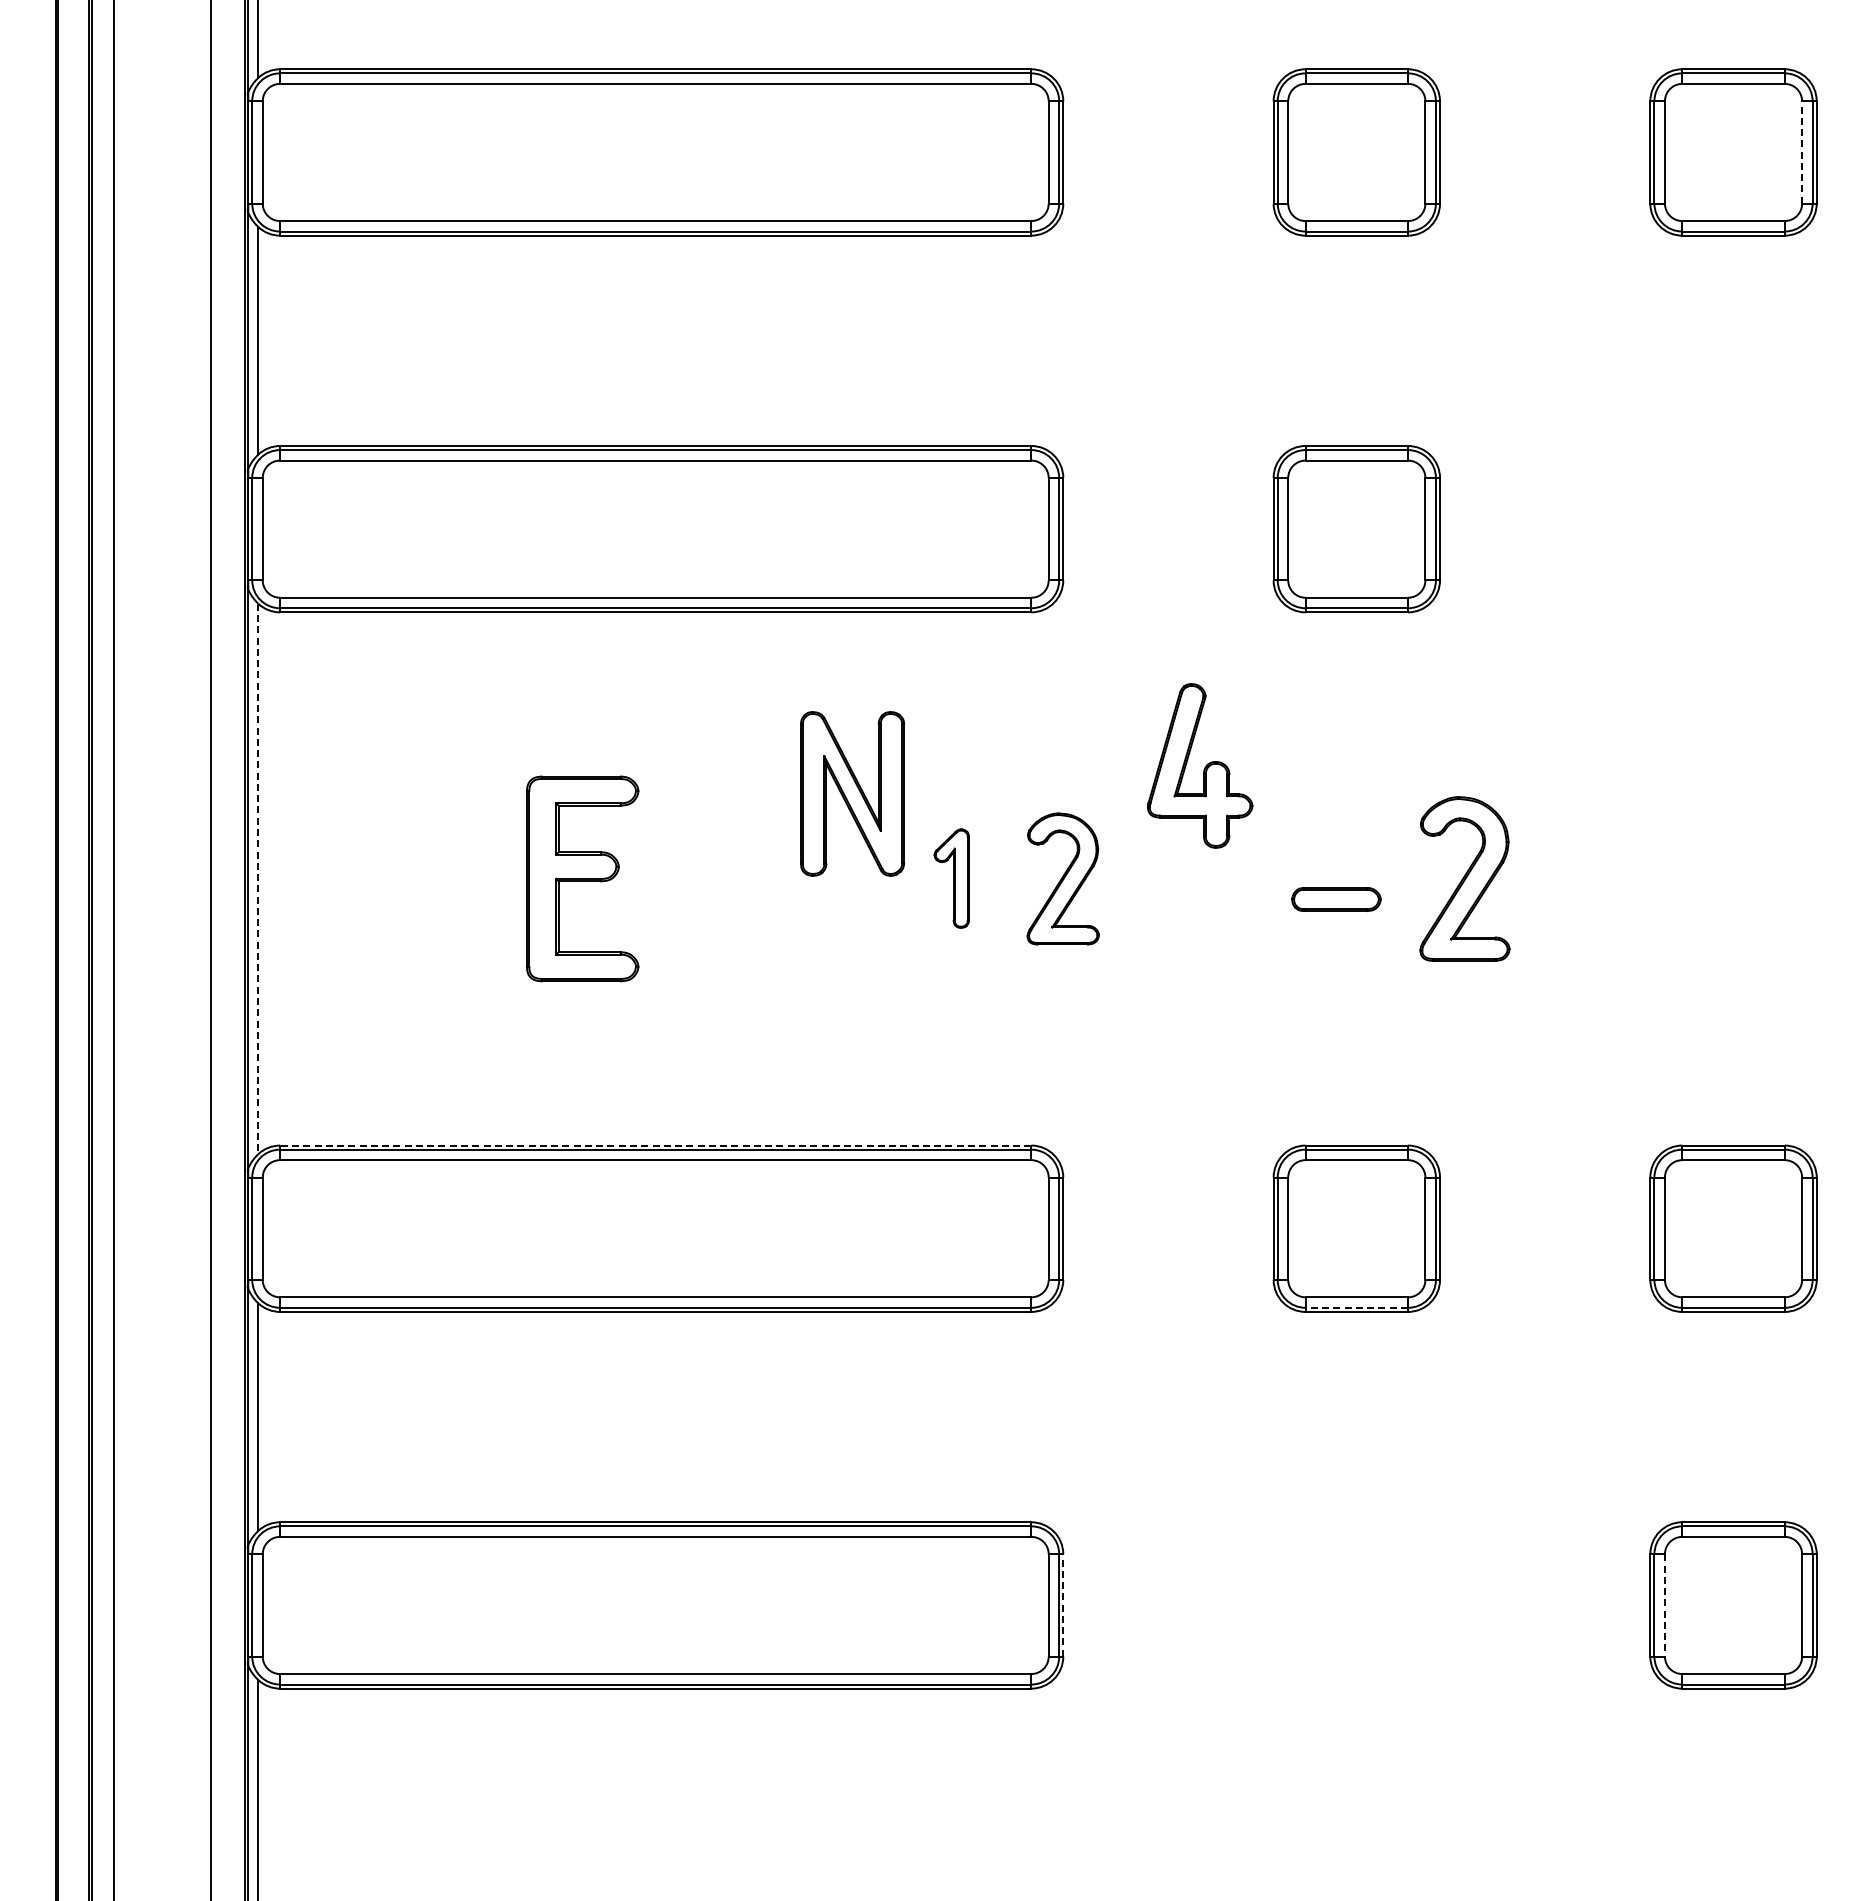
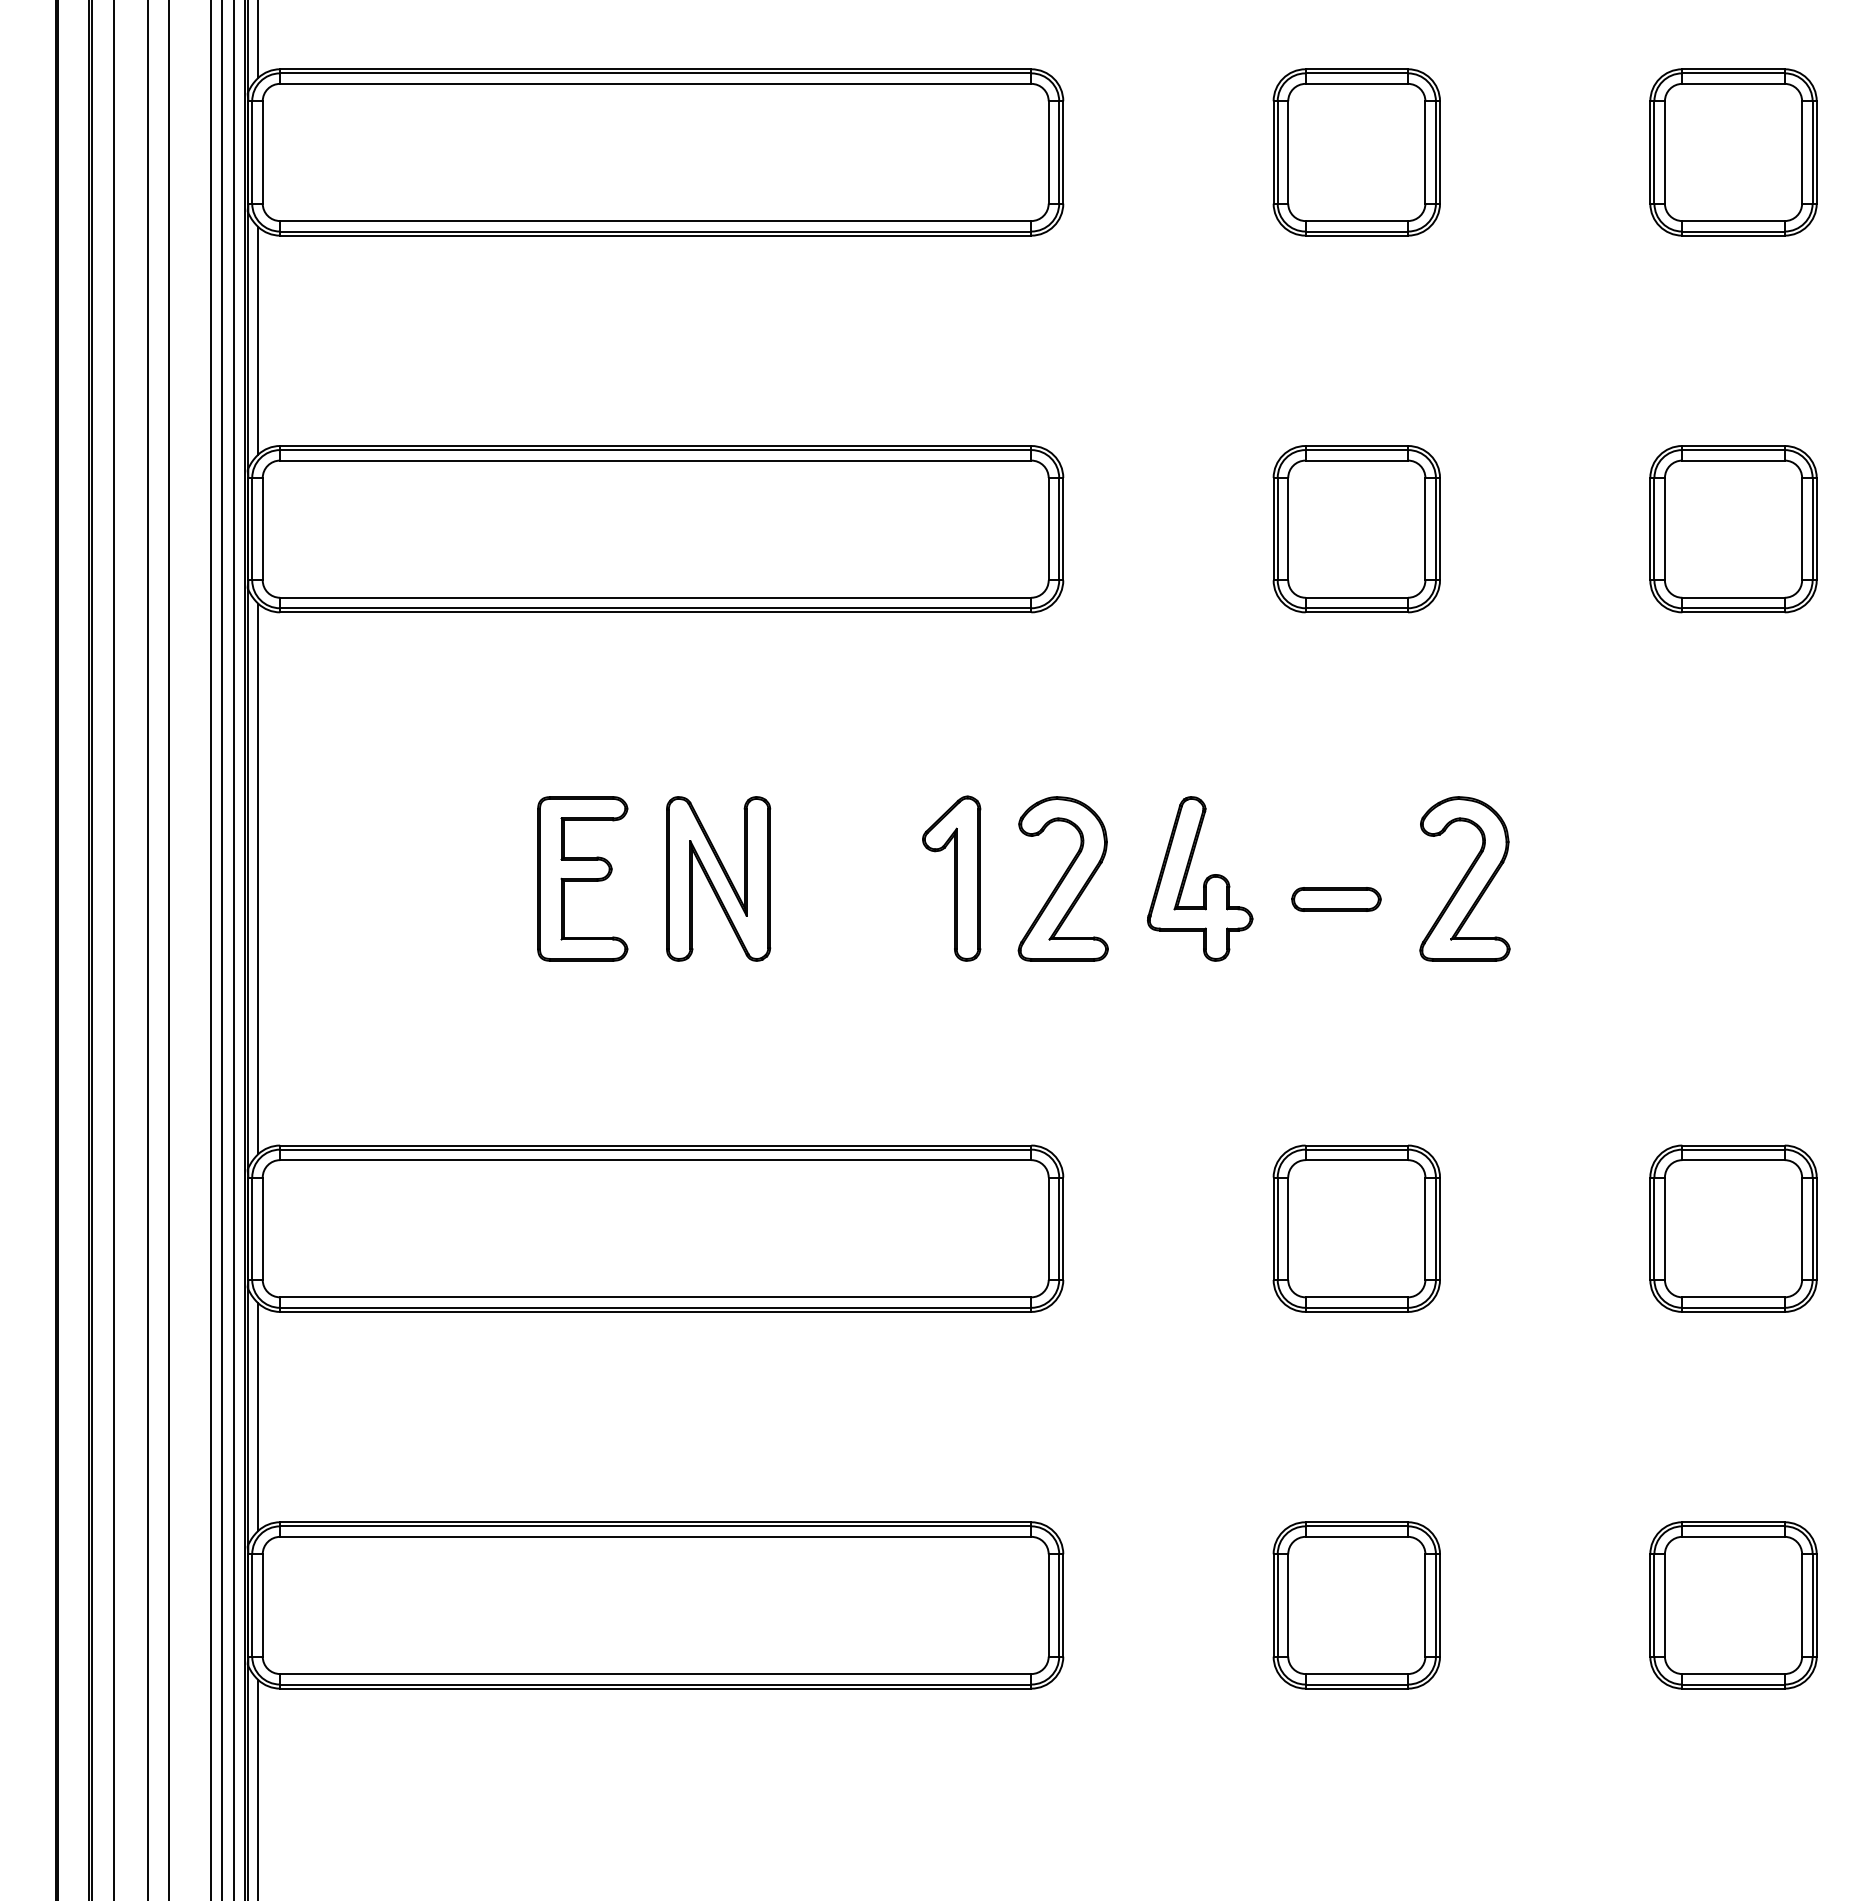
line at (1802, 151): dashed -> solid
part at (1733, 529): none -> present
part at (1200, 765) position: (1200, 765) -> (1200, 878)
part at (852, 793) position: (852, 793) -> (718, 878)
part at (582, 878) size: 114x208 px -> 92x166 px
part at (951, 878) size: 37x101 px -> 60x167 px
part at (1062, 878) size: 74x134 px -> 92x166 px
line at (258, 879): dashed -> solid
line at (147, 949): none -> present
line at (169, 949): none -> present
line at (221, 949): none -> present
line at (233, 949): none -> present
line at (655, 1145): dashed -> solid
line at (1356, 1307): dashed -> solid
line at (1063, 1604): dashed -> solid
part at (1356, 1605): none -> present
line at (1664, 1605): dashed -> solid
